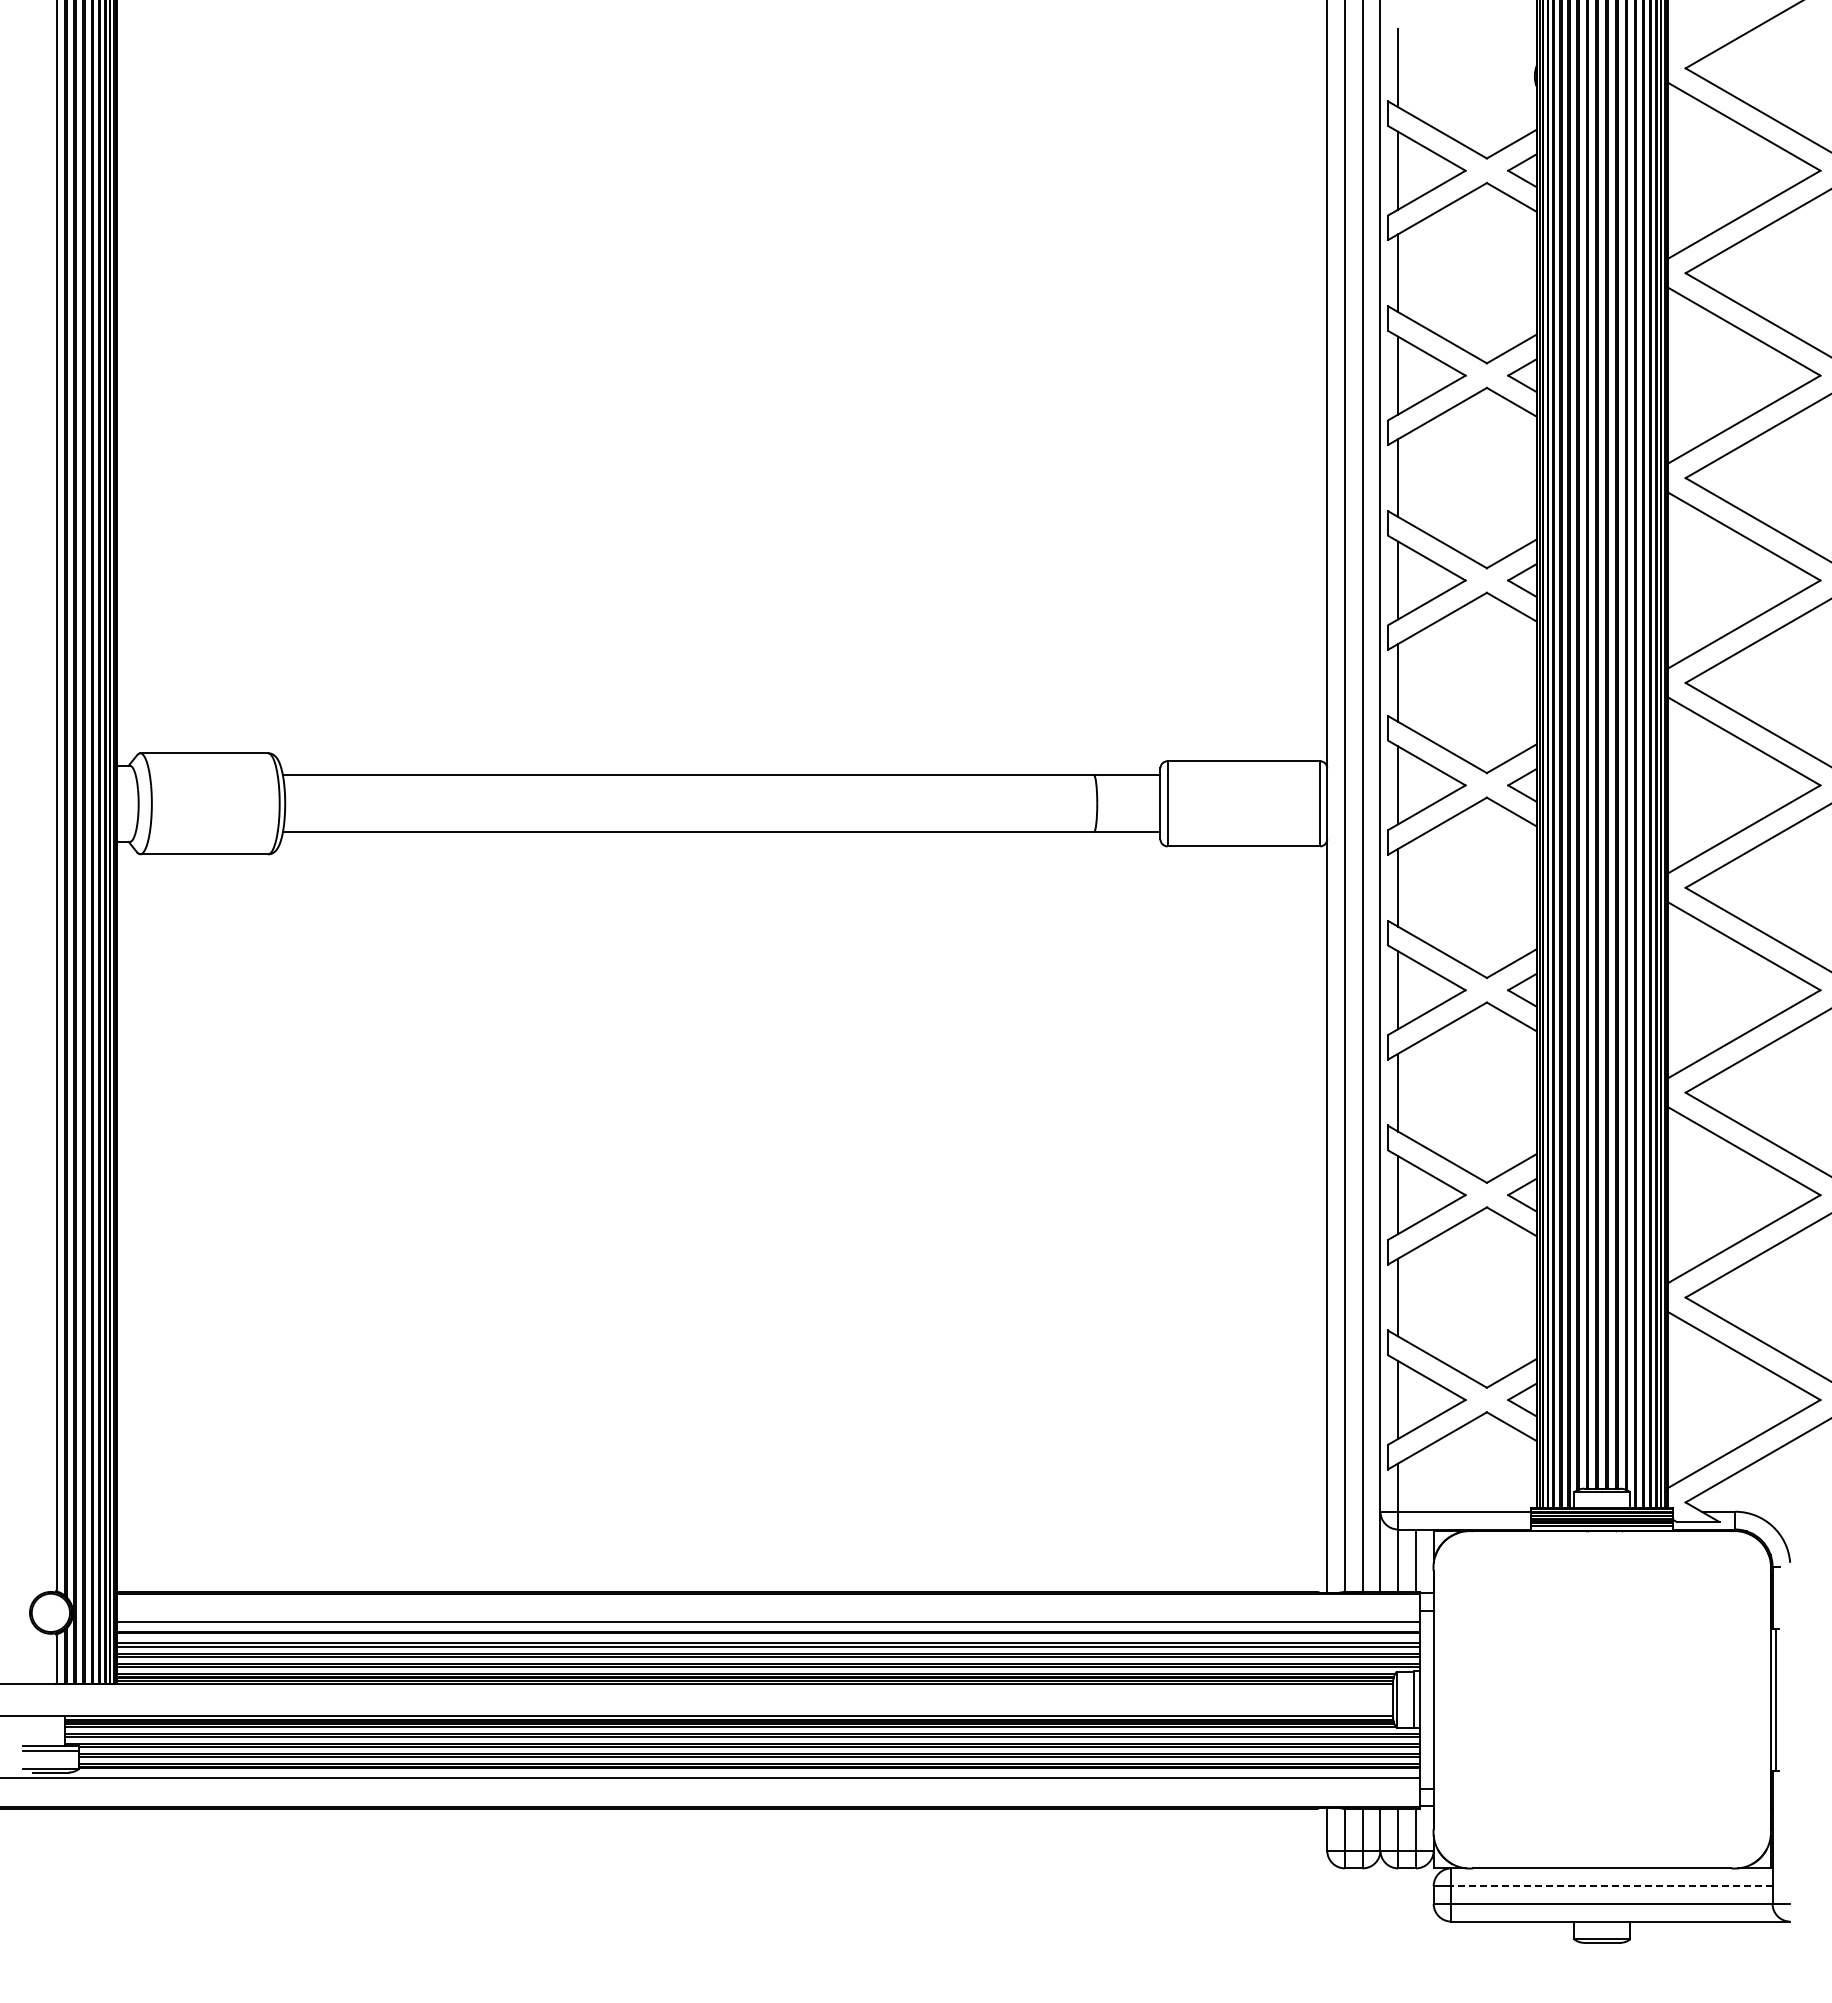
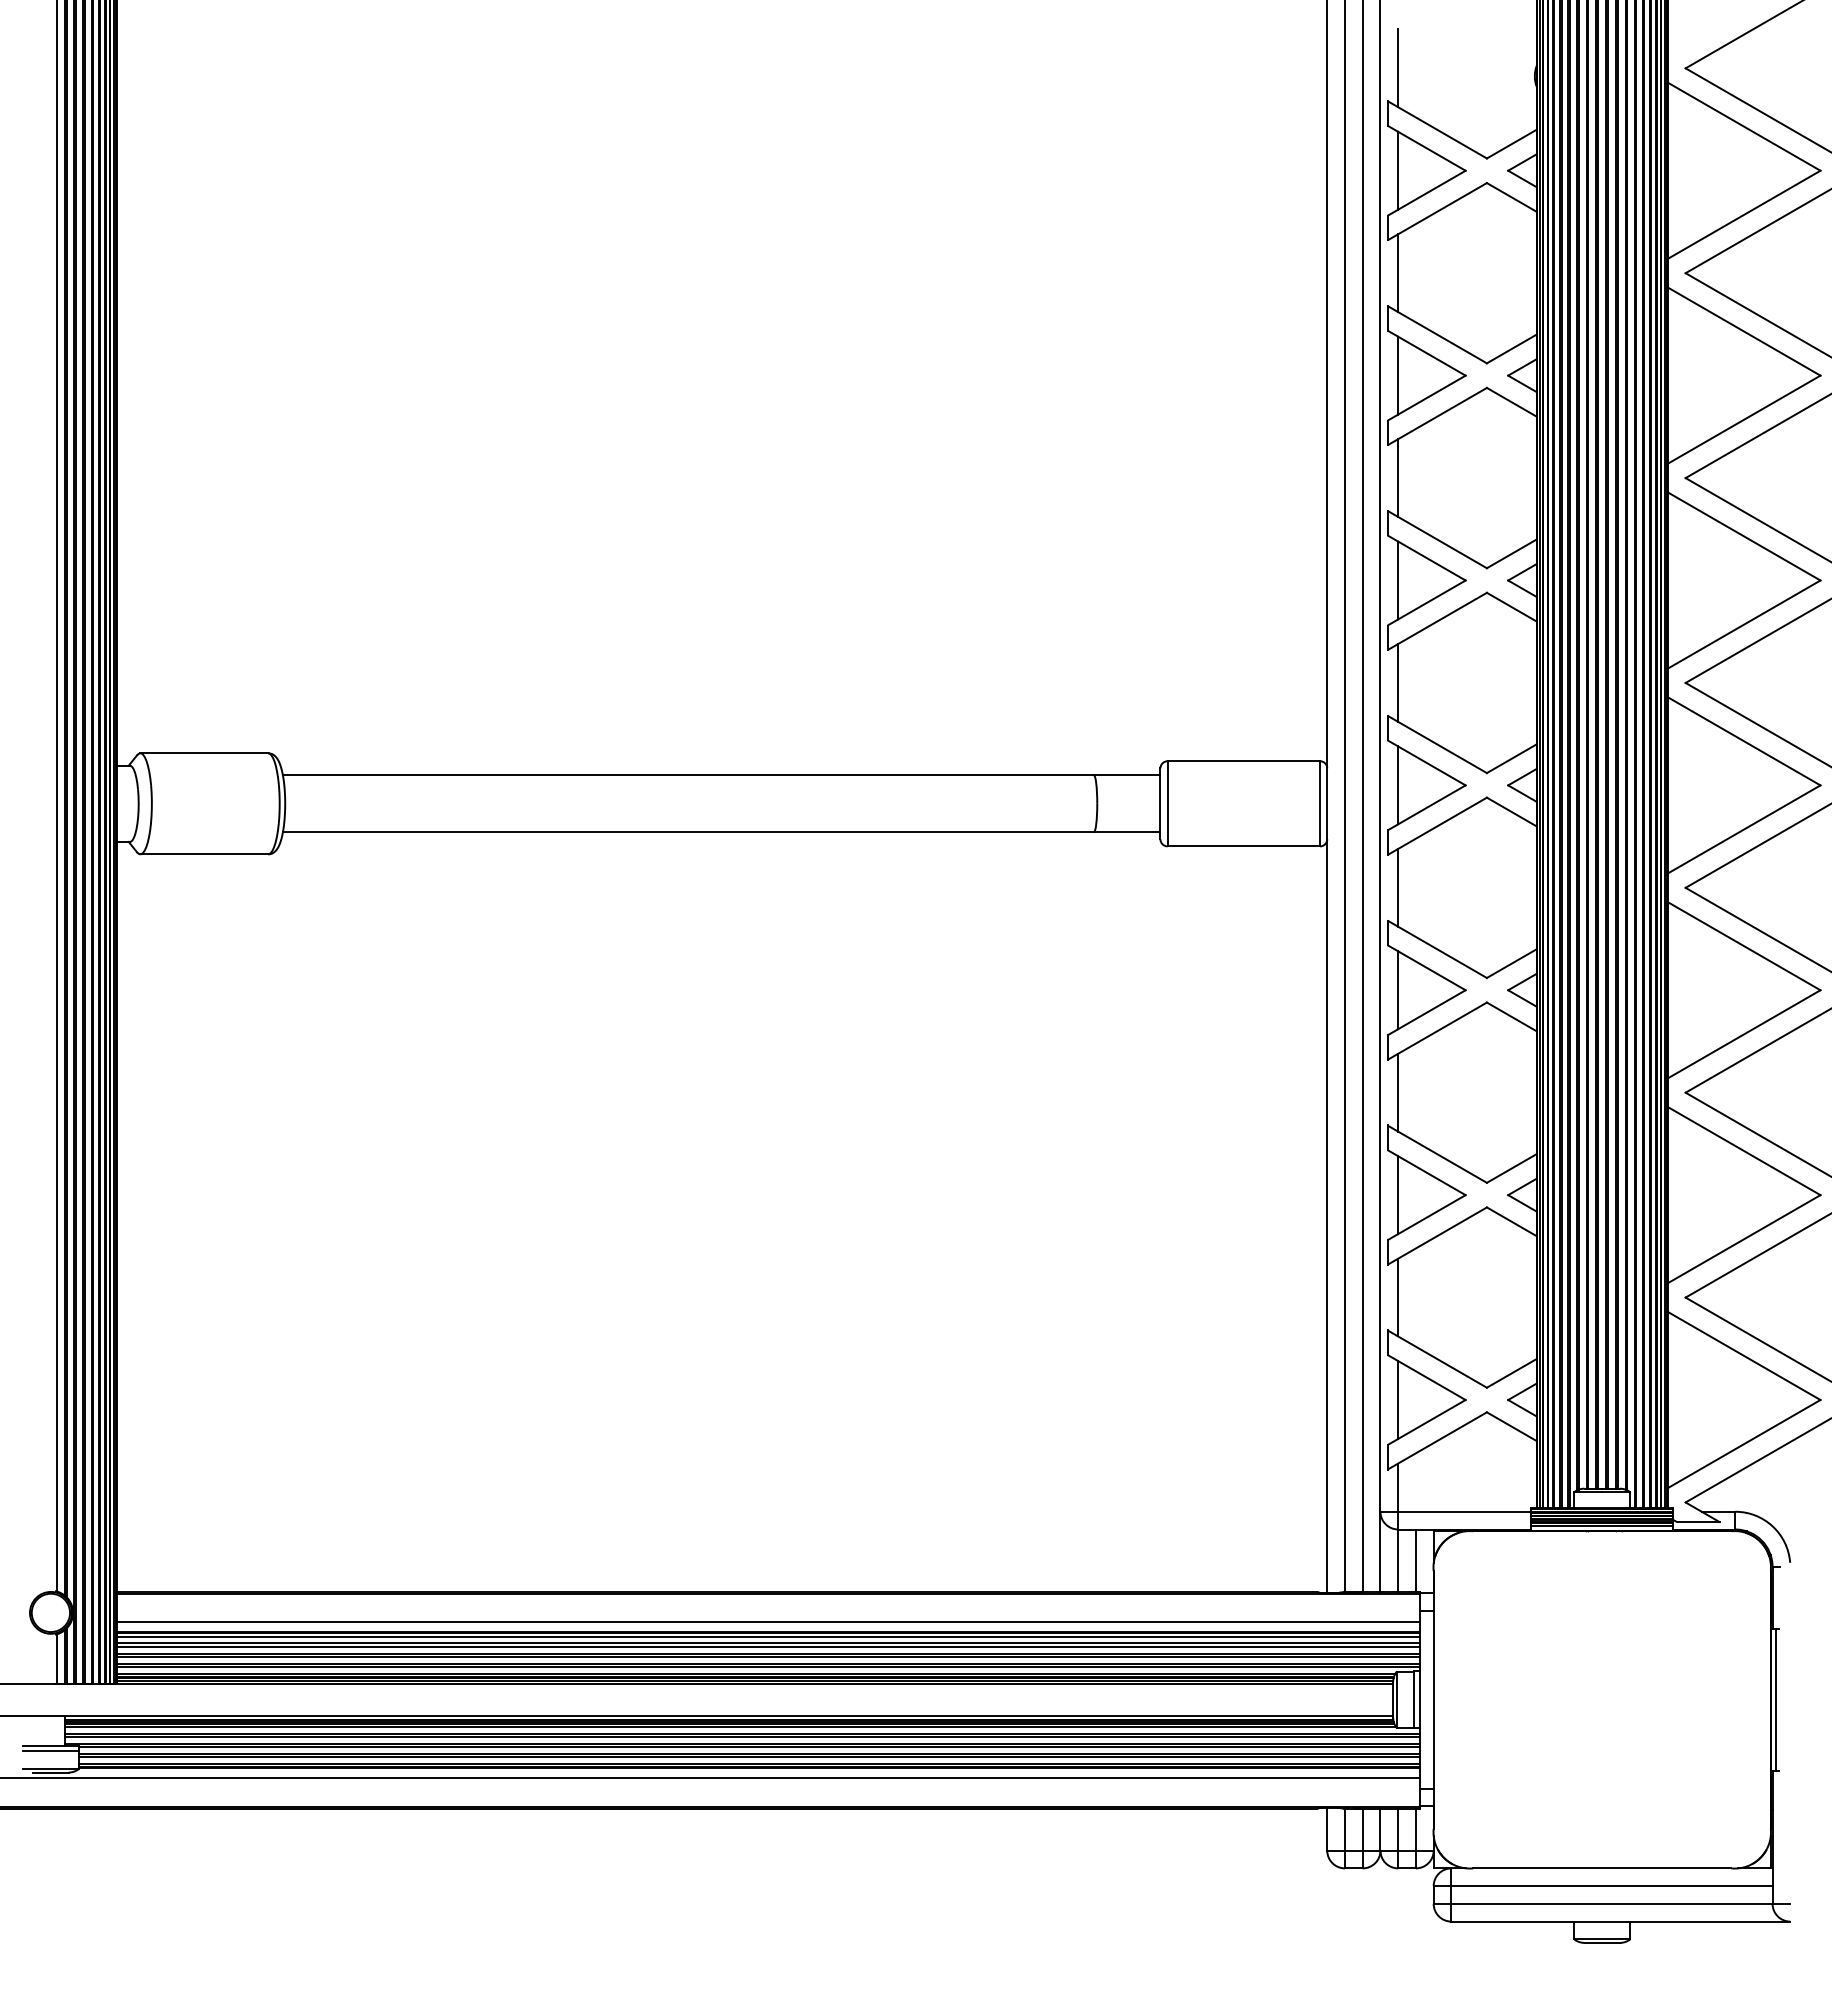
line at (768, 1636): none -> present
line at (1612, 1886): dashed -> solid
